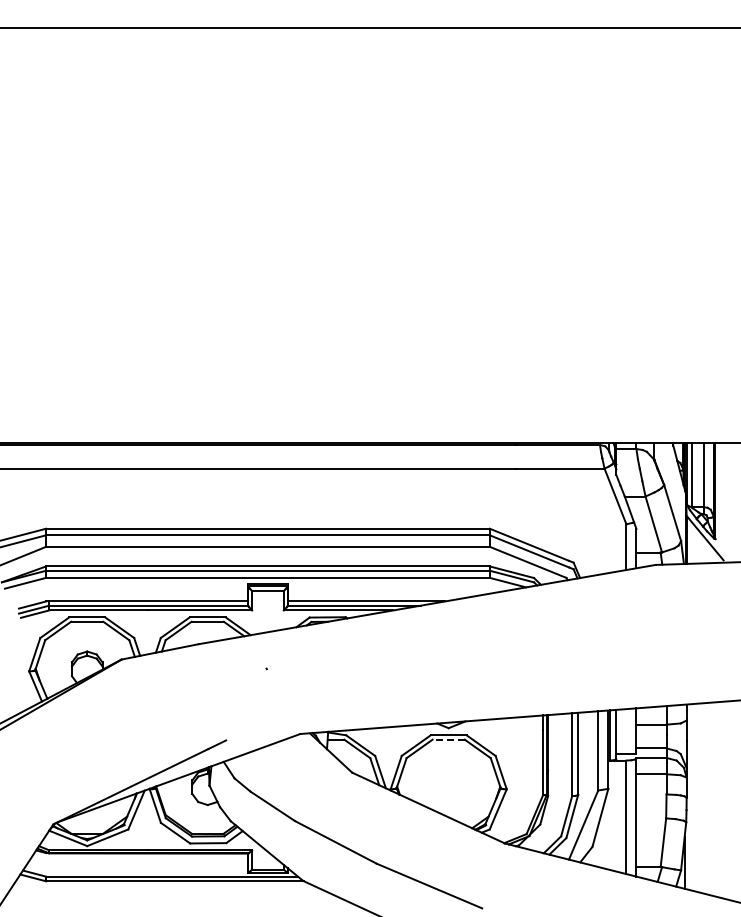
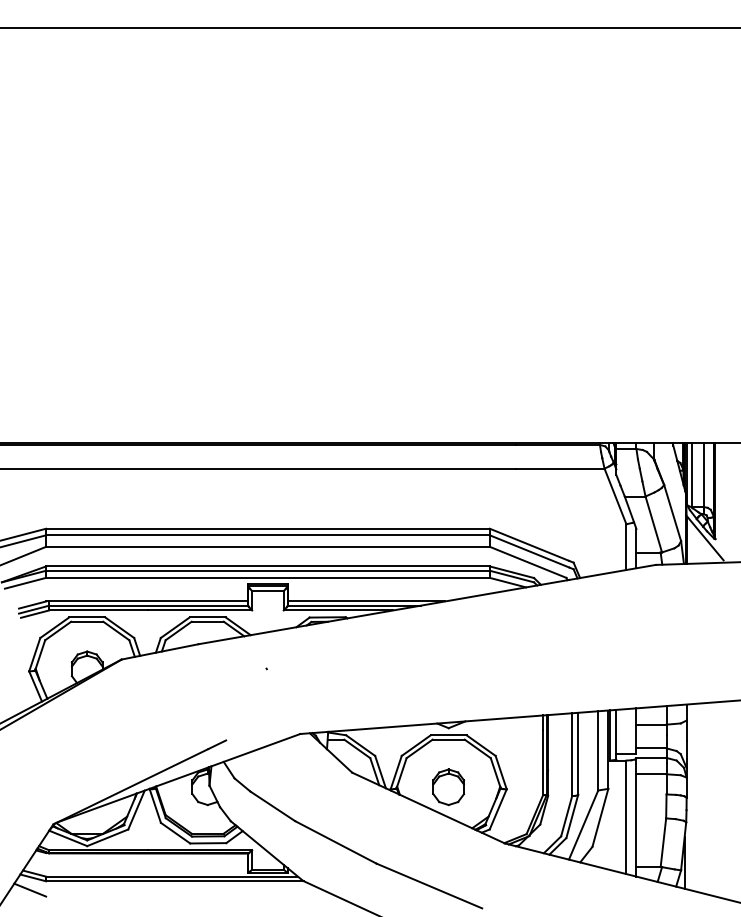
line at (448, 739): dashed -> solid
part at (448, 787): none -> present
line at (30, 889): none -> present
